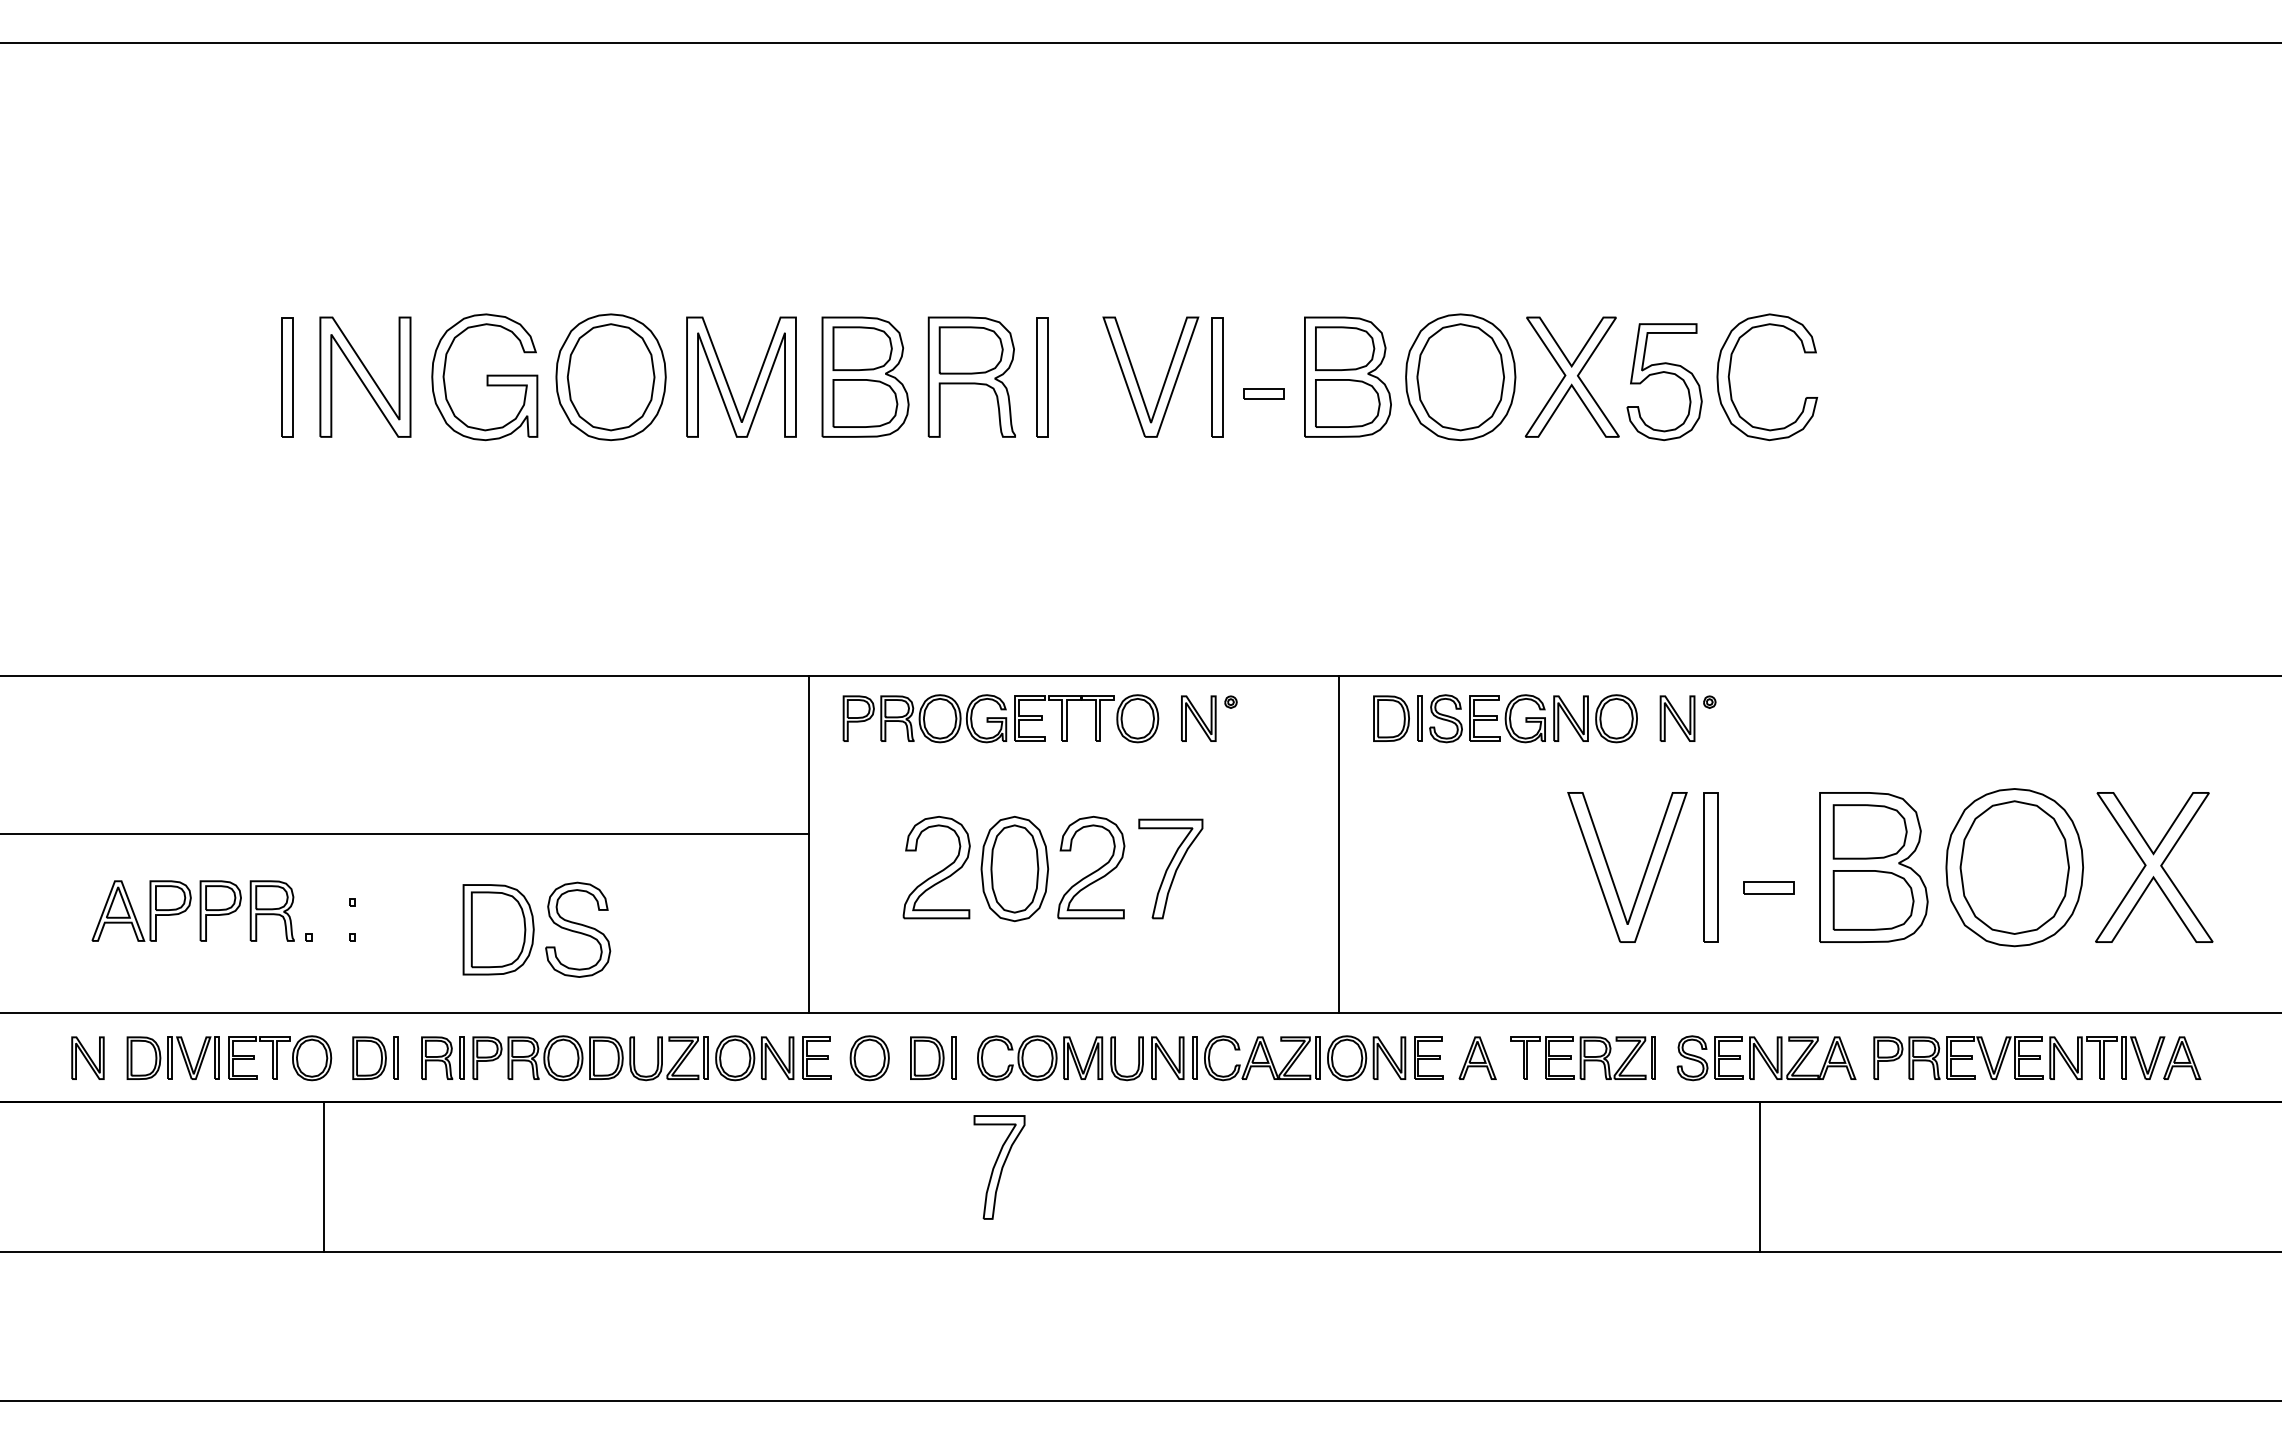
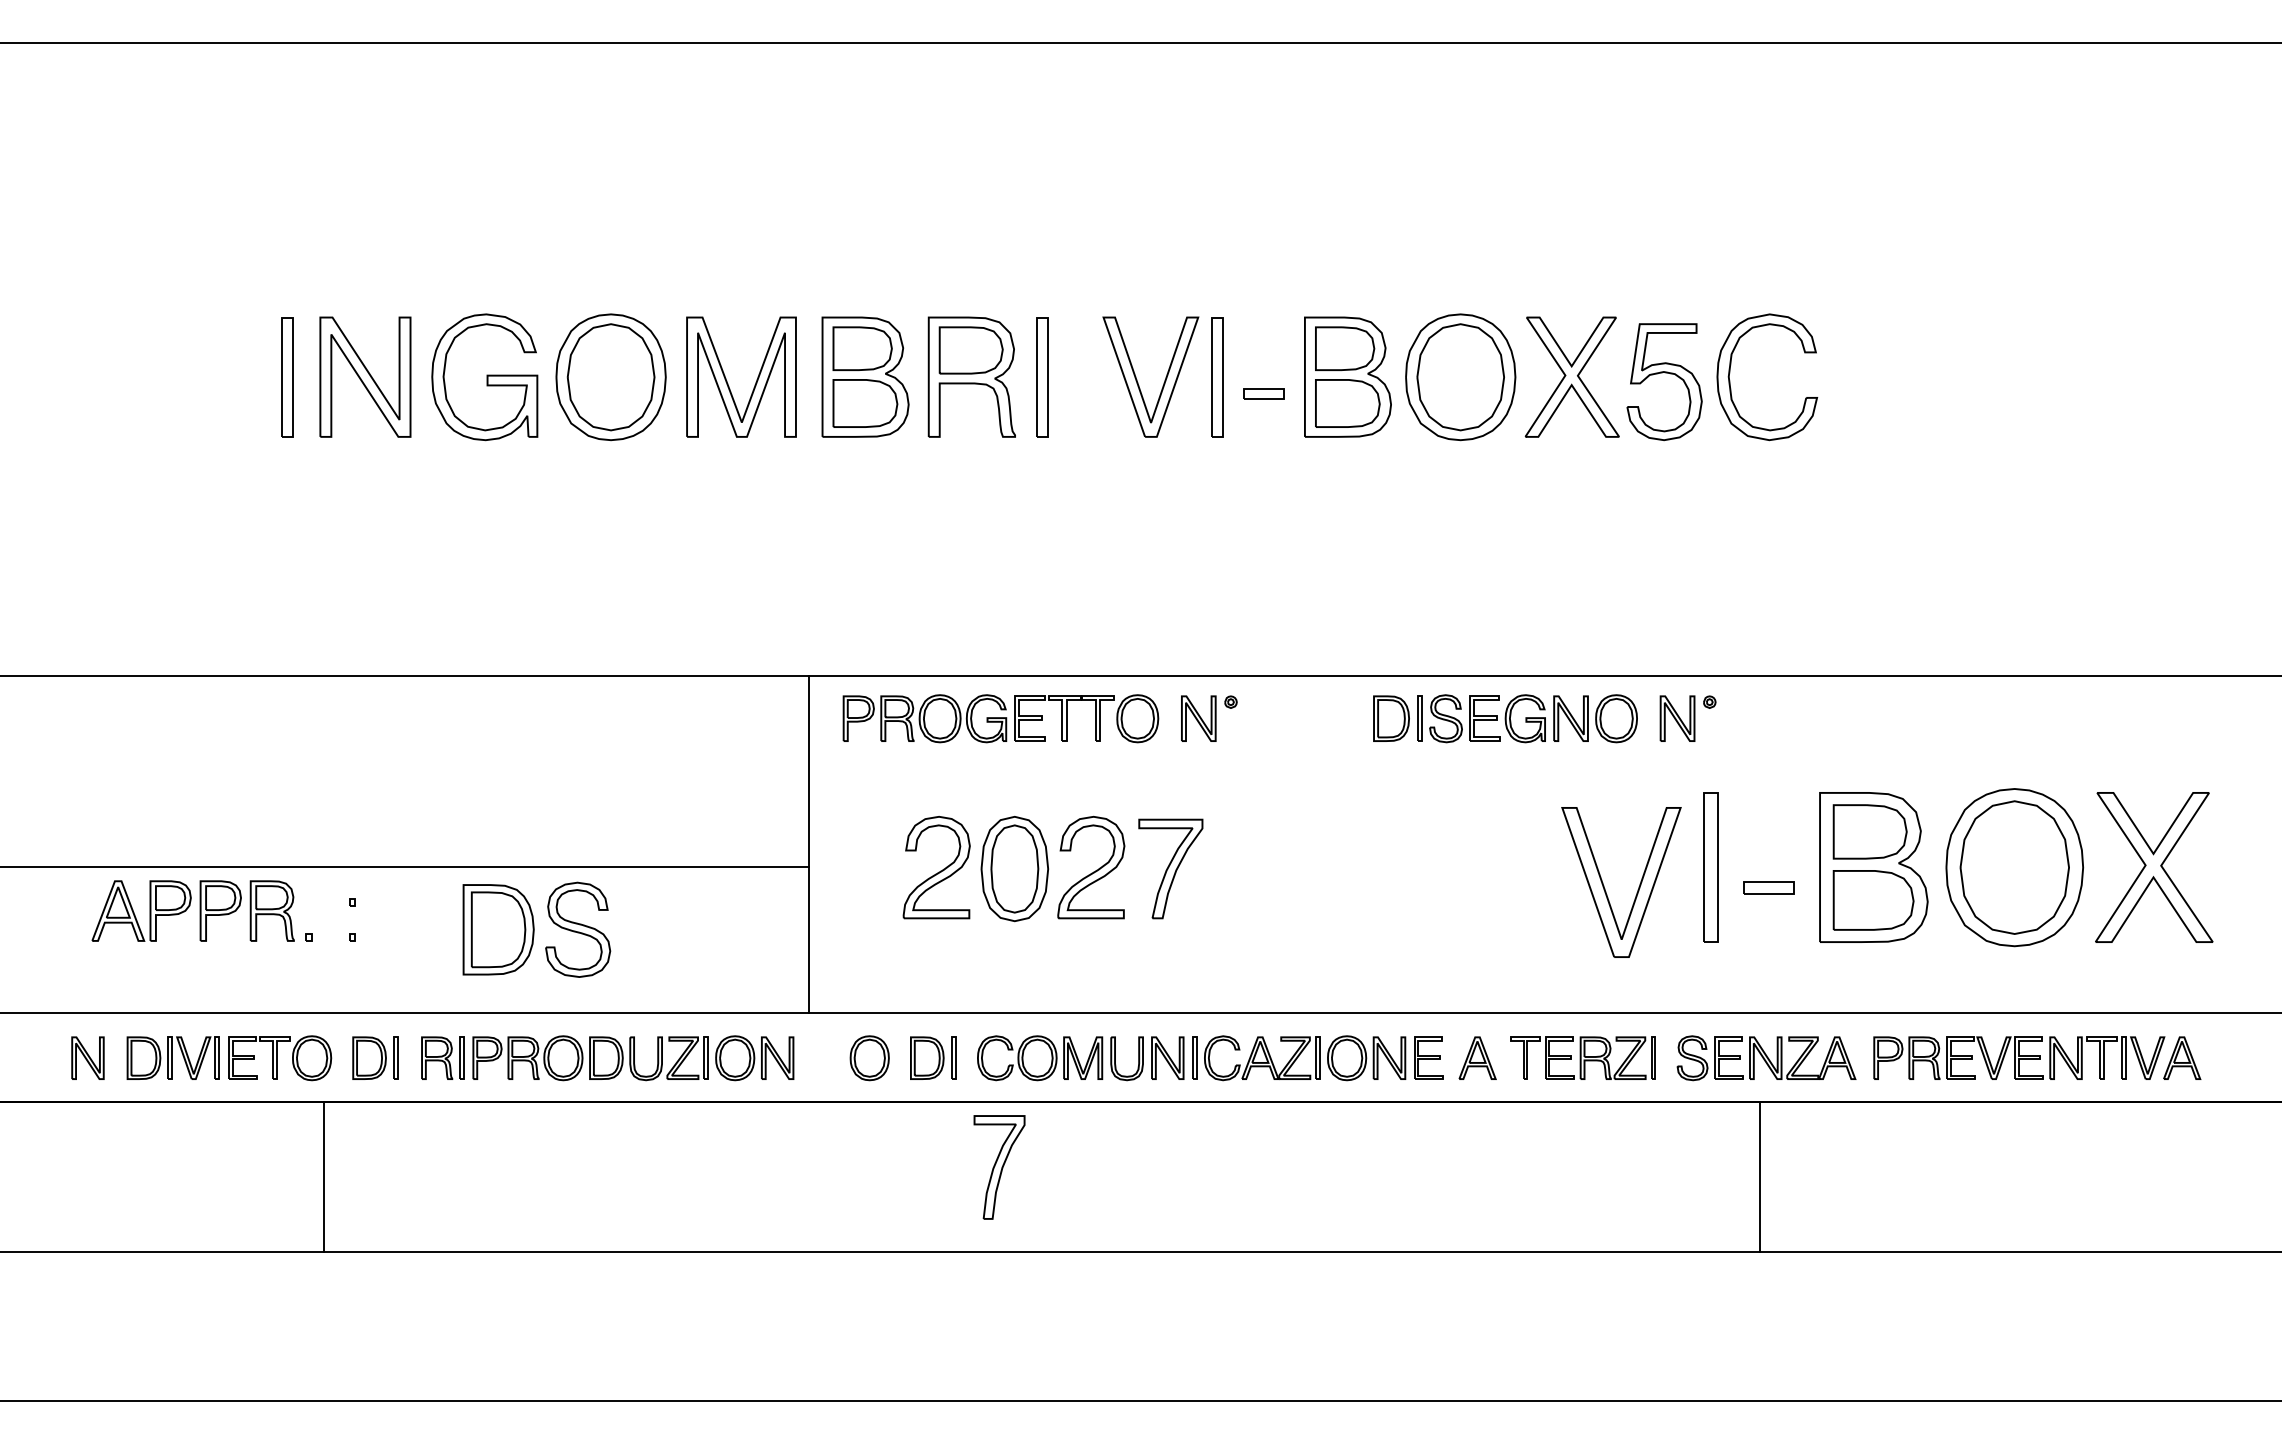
line at (405, 833) position: (405, 833) -> (405, 866)
line at (1339, 843): present -> none
part at (1611, 873) position: (1611, 873) -> (1605, 888)
part at (816, 1057): present -> none
